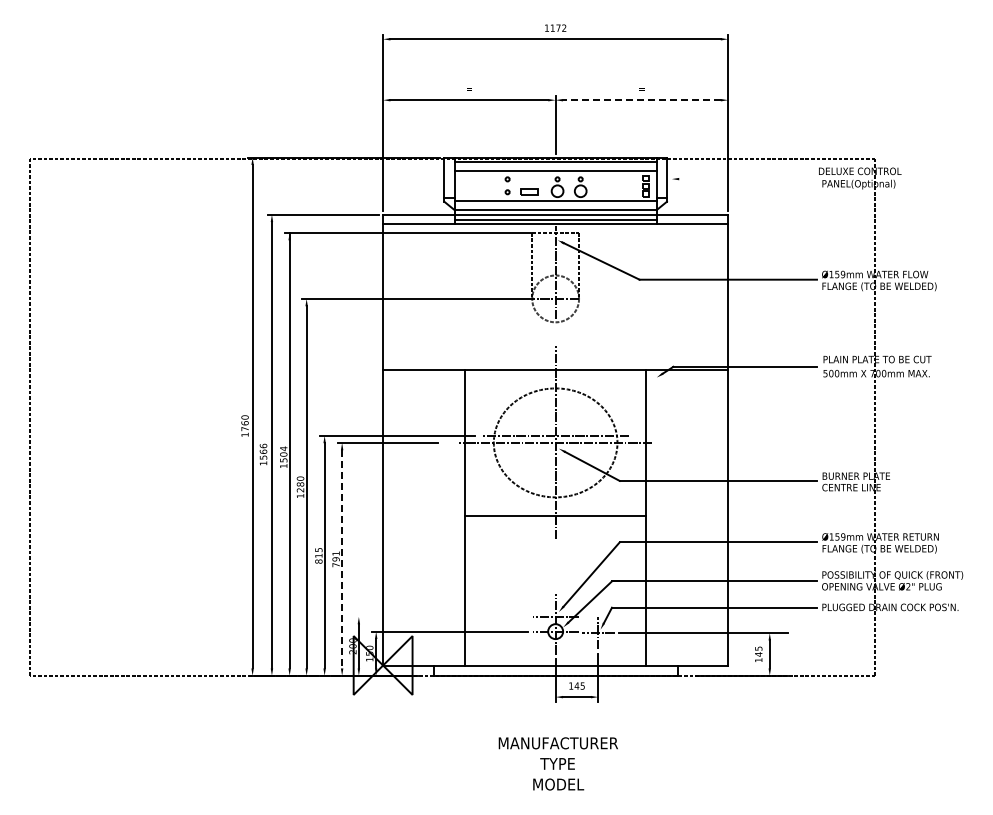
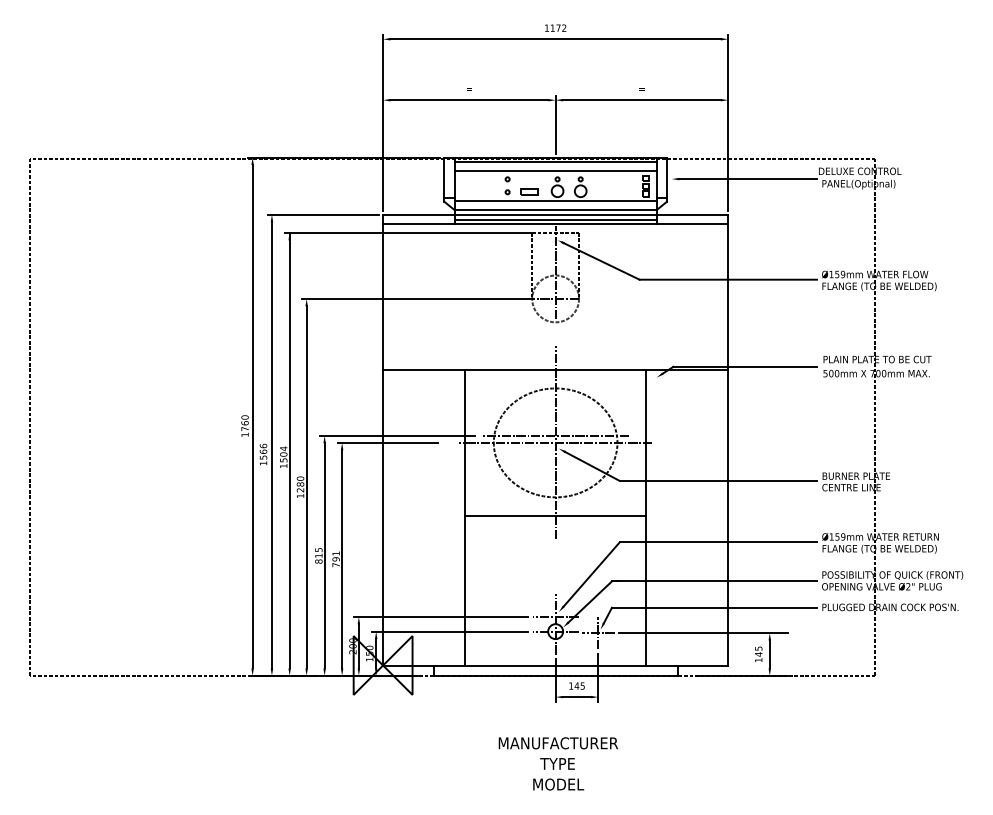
line at (641, 100): dashed -> solid
line at (747, 179): none -> present
line at (342, 559): dashed -> solid
line at (441, 616): none -> present
